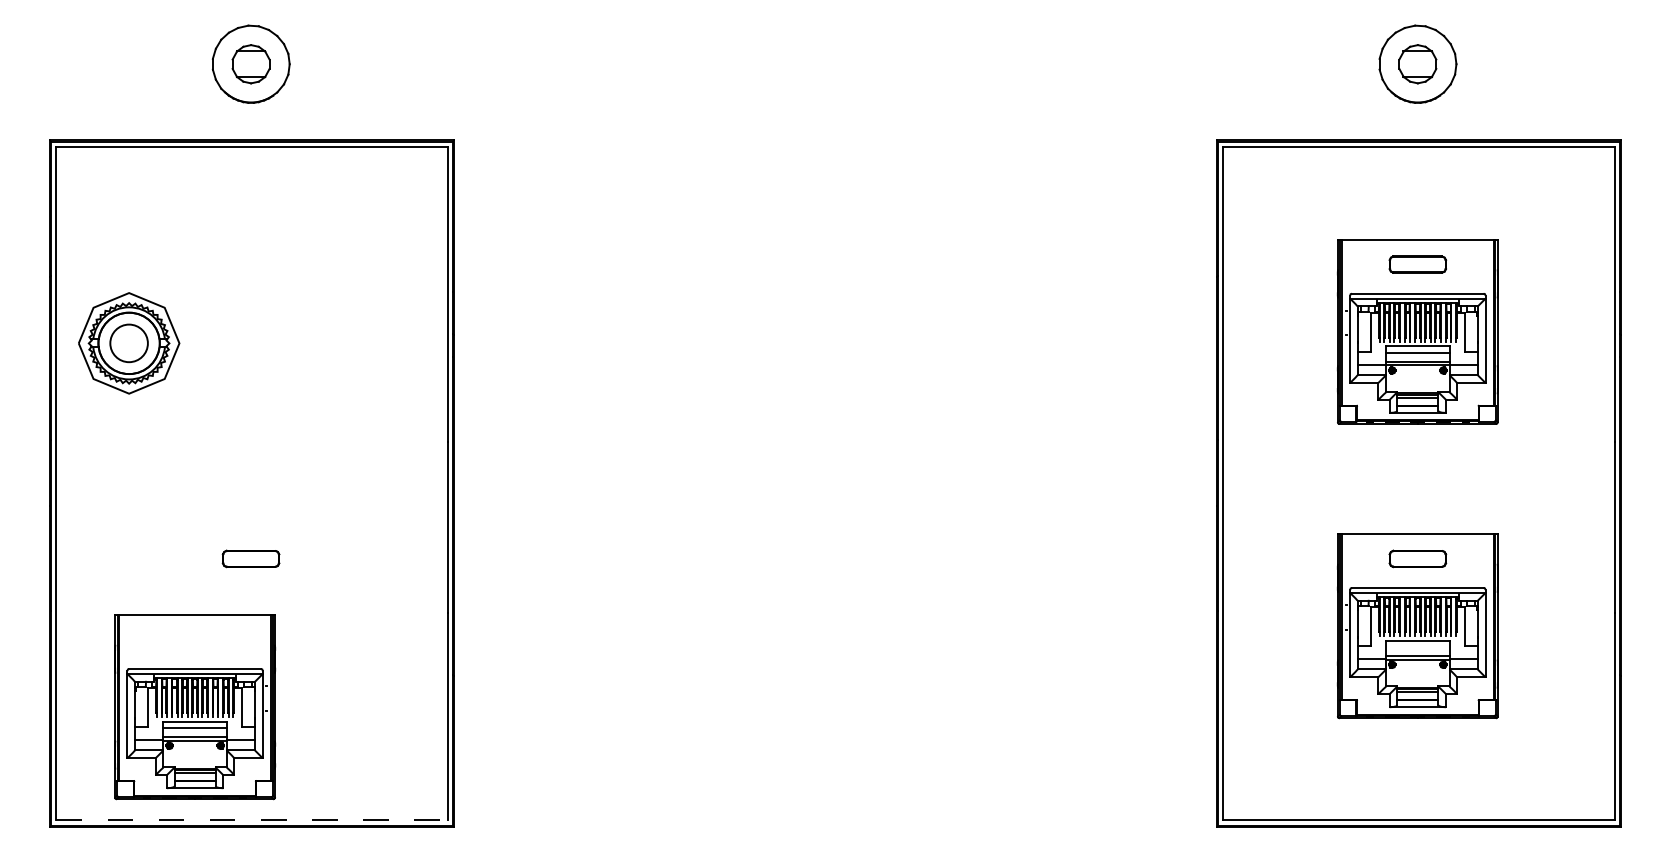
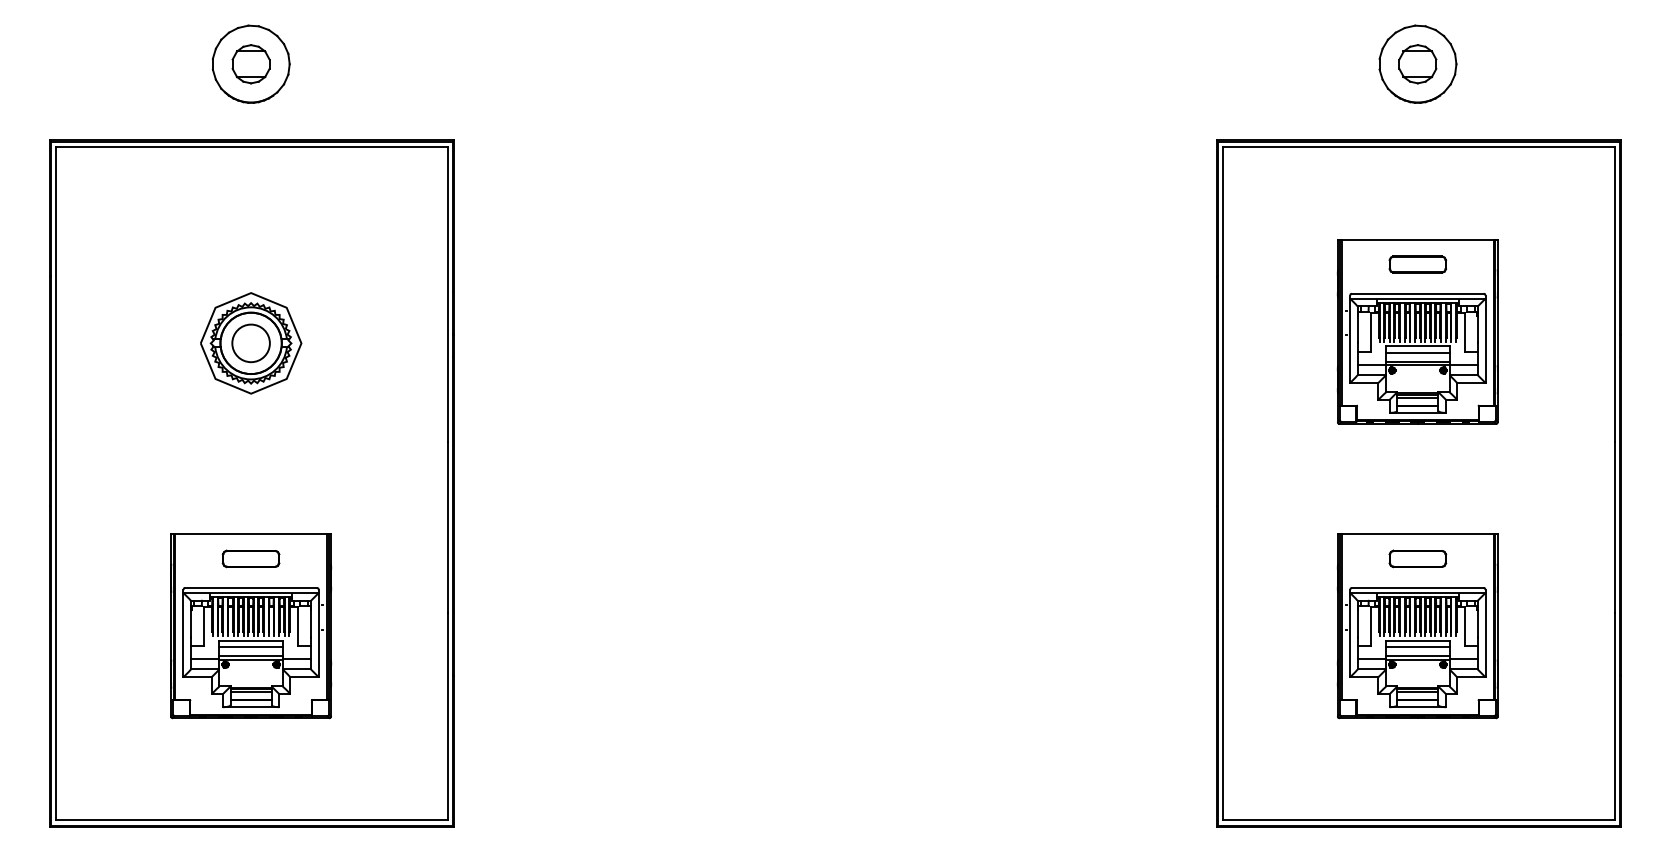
part at (129, 343) position: (129, 343) -> (251, 343)
line at (1417, 647): none -> present
part at (195, 707) position: (195, 707) -> (251, 626)
line at (252, 820): dashed -> solid
